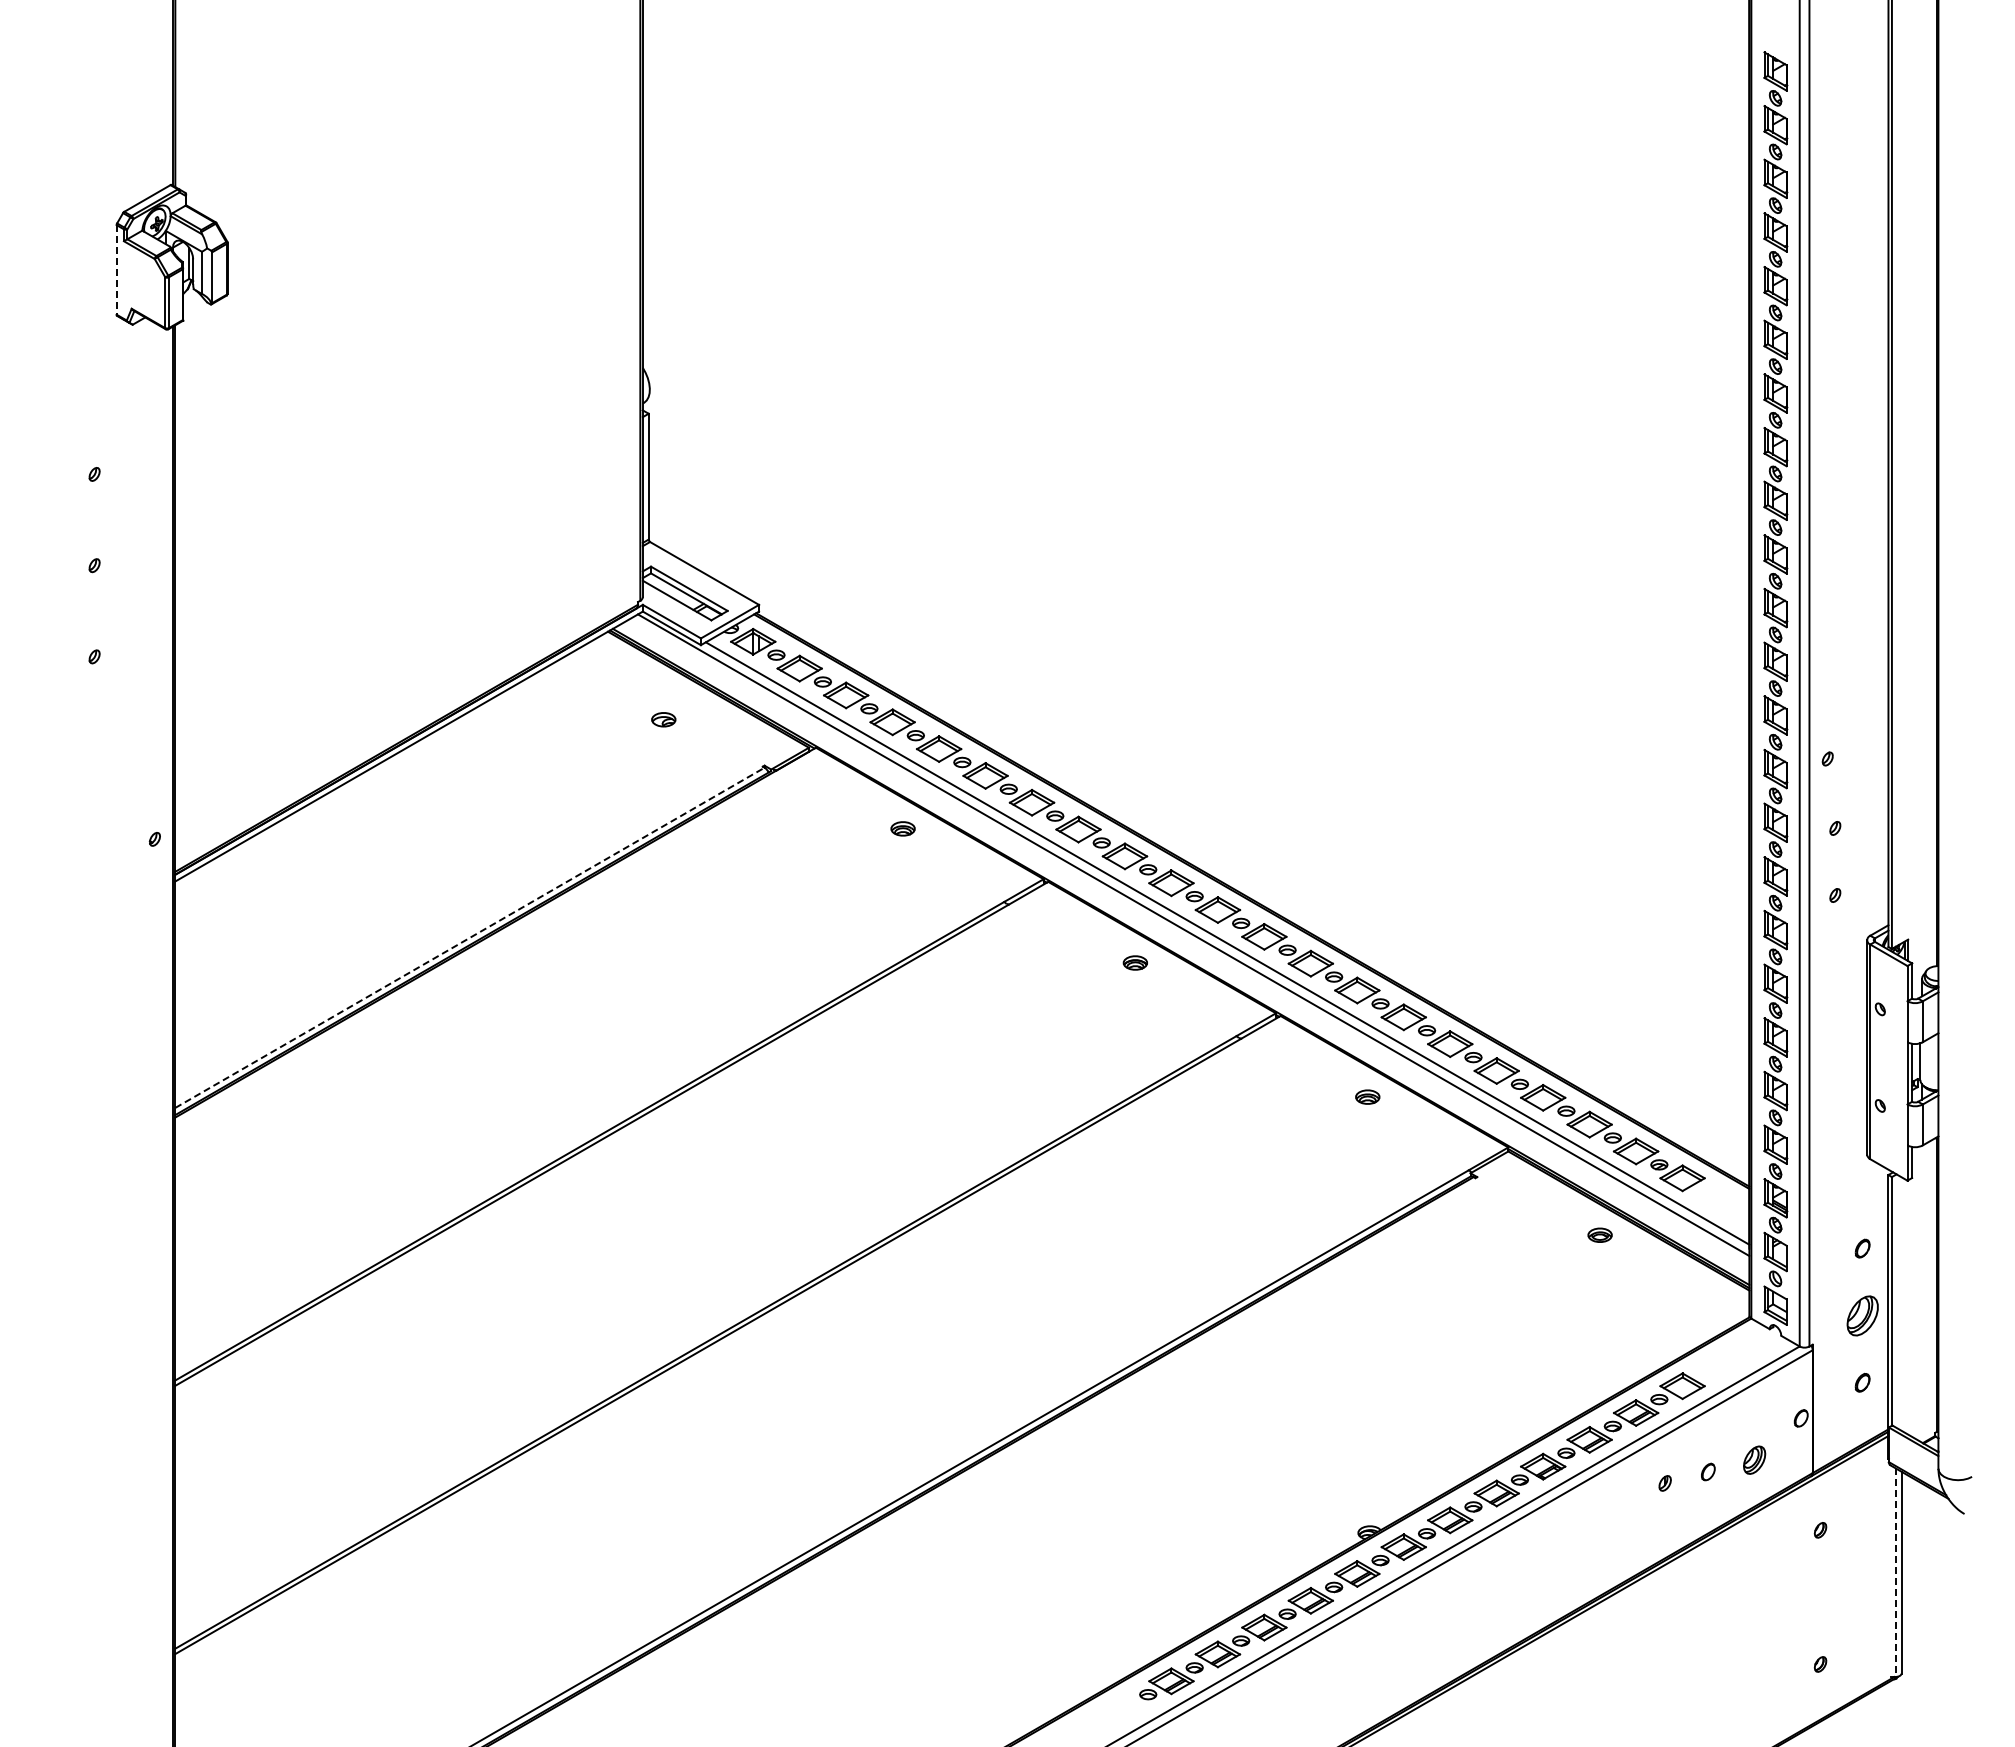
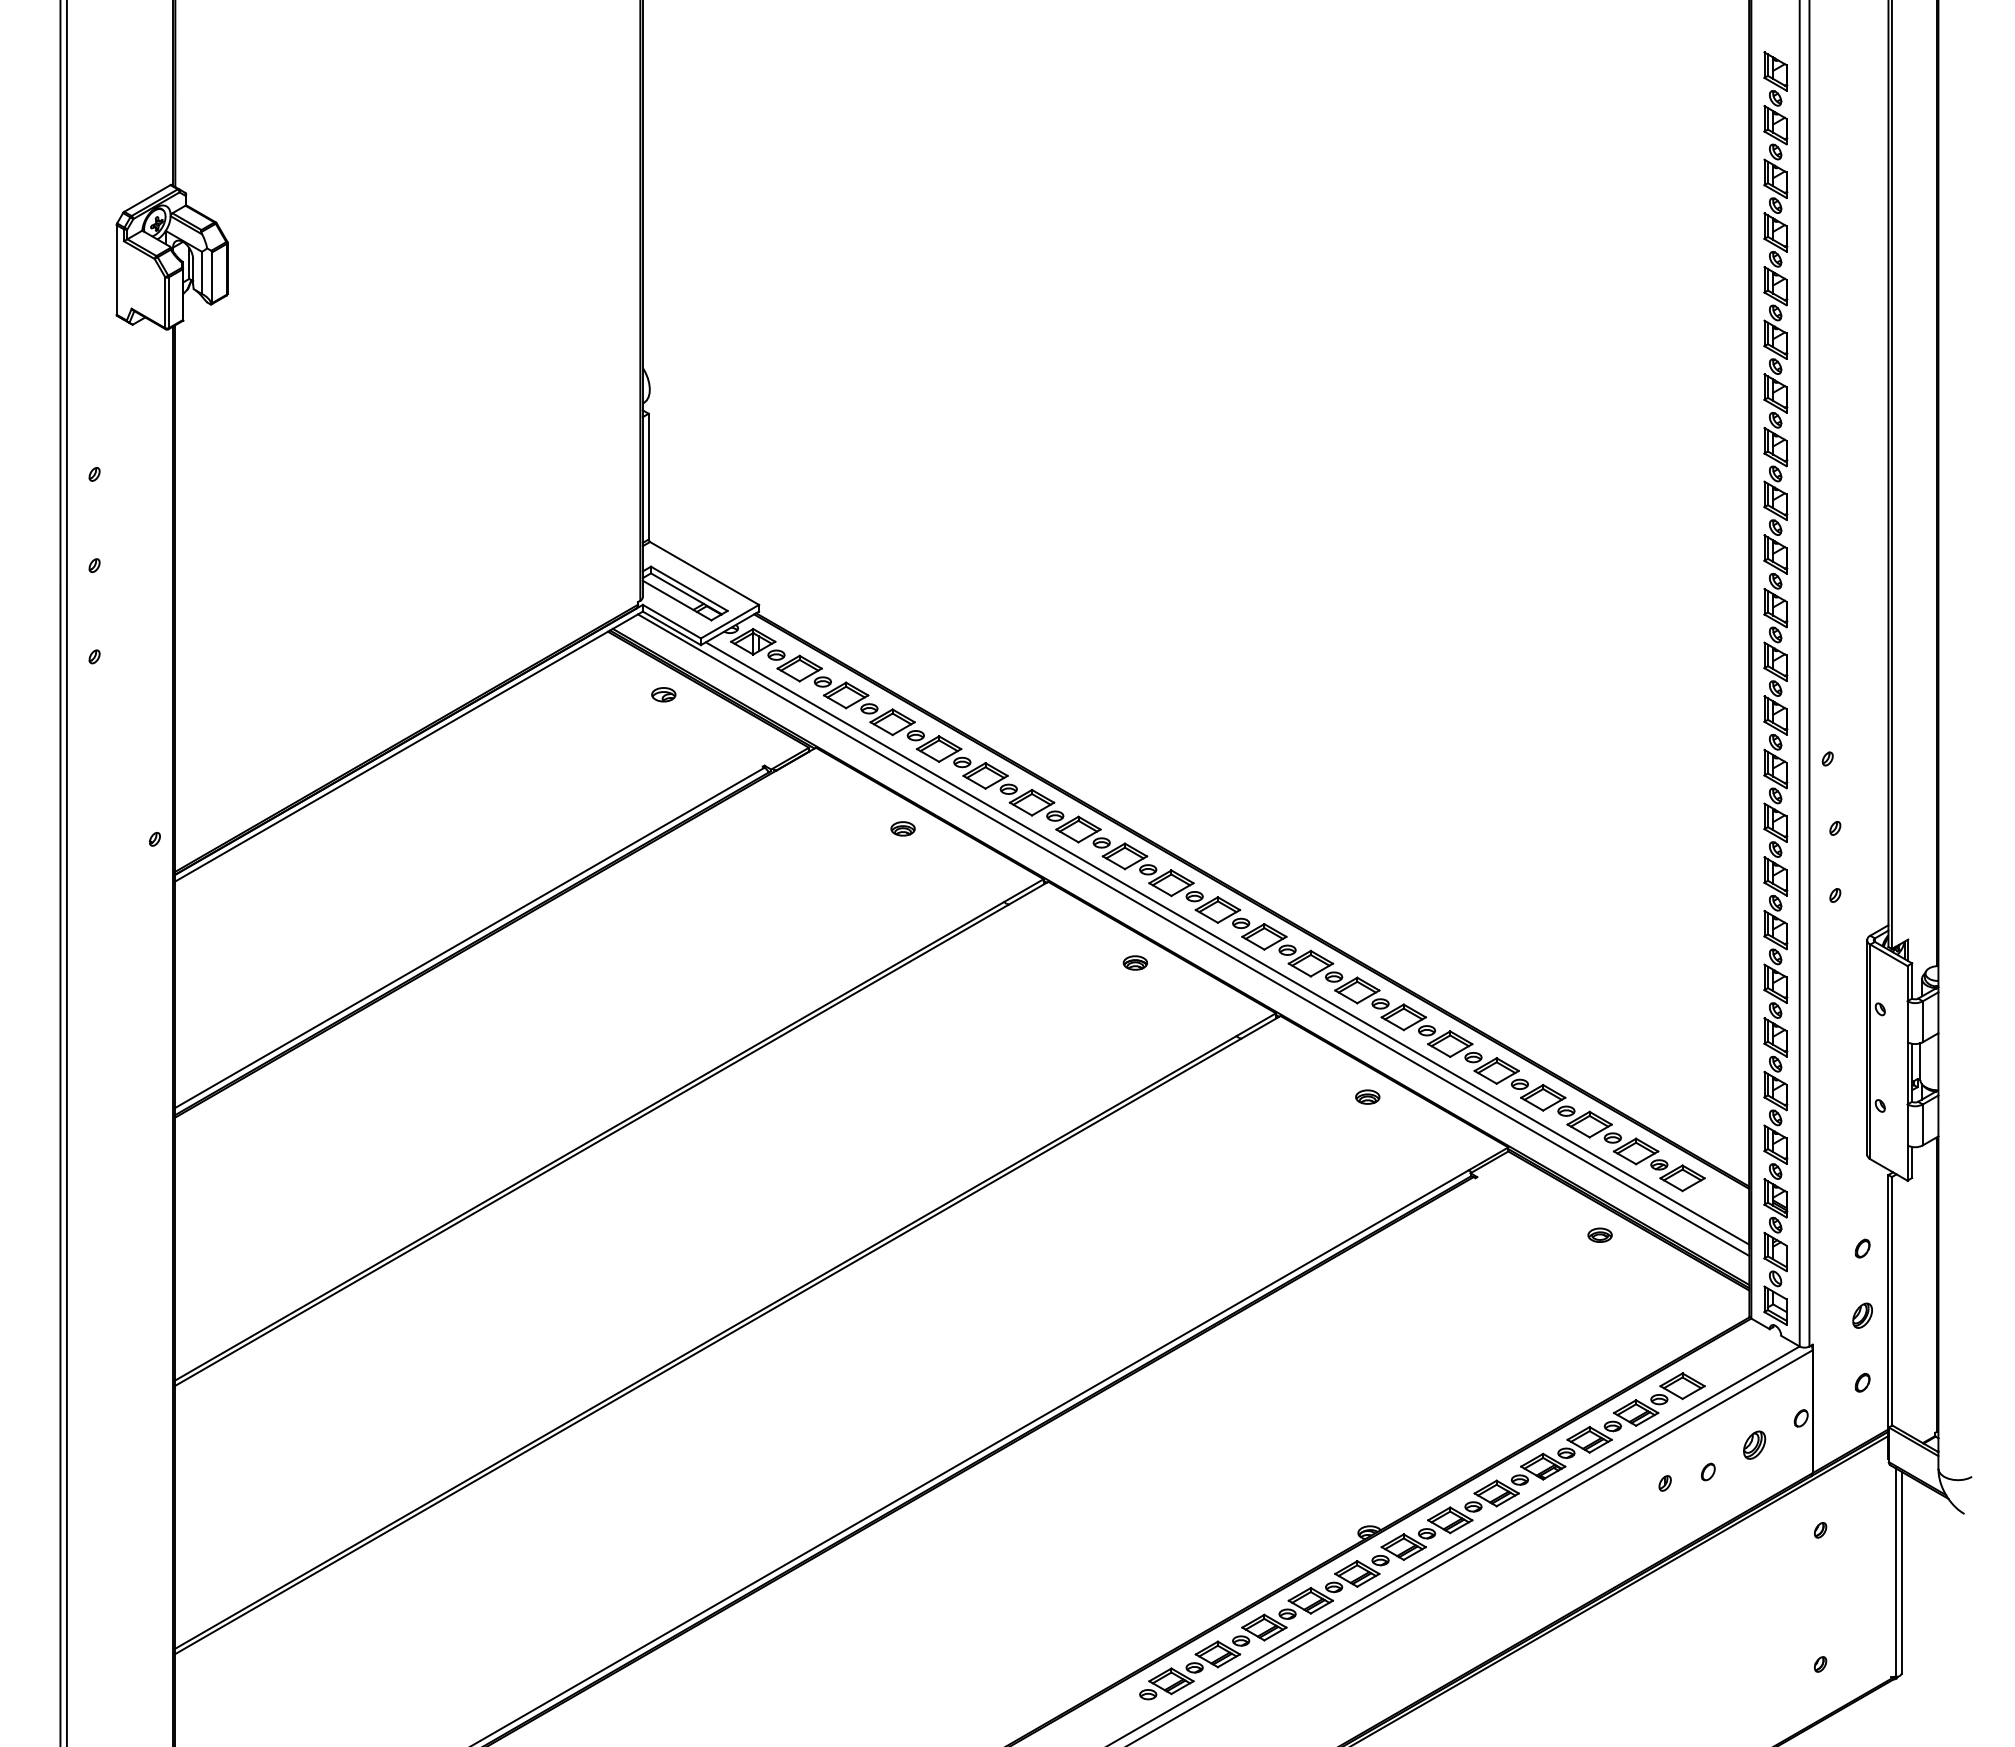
line at (116, 269): dashed -> solid
part at (663, 719) position: (663, 719) -> (663, 694)
line at (60, 872): none -> present
line at (66, 872): none -> present
line at (470, 937): dashed -> solid
part at (1862, 1315) size: 33x42 px -> 21x27 px
part at (1754, 1459) position: (1754, 1459) -> (1754, 1444)
line at (1895, 1573): dashed -> solid
